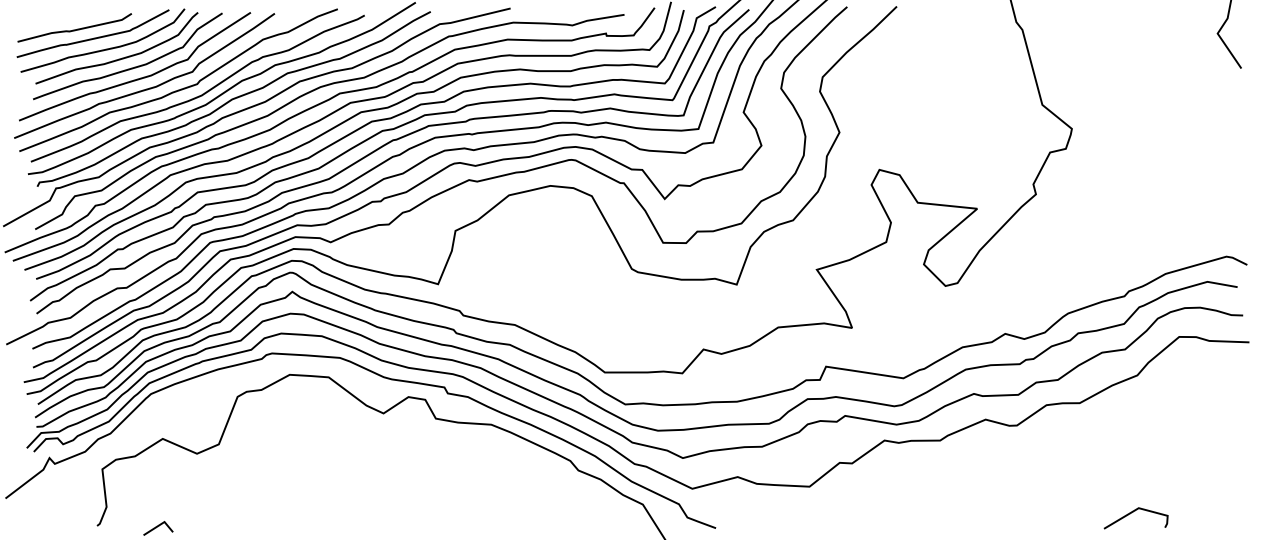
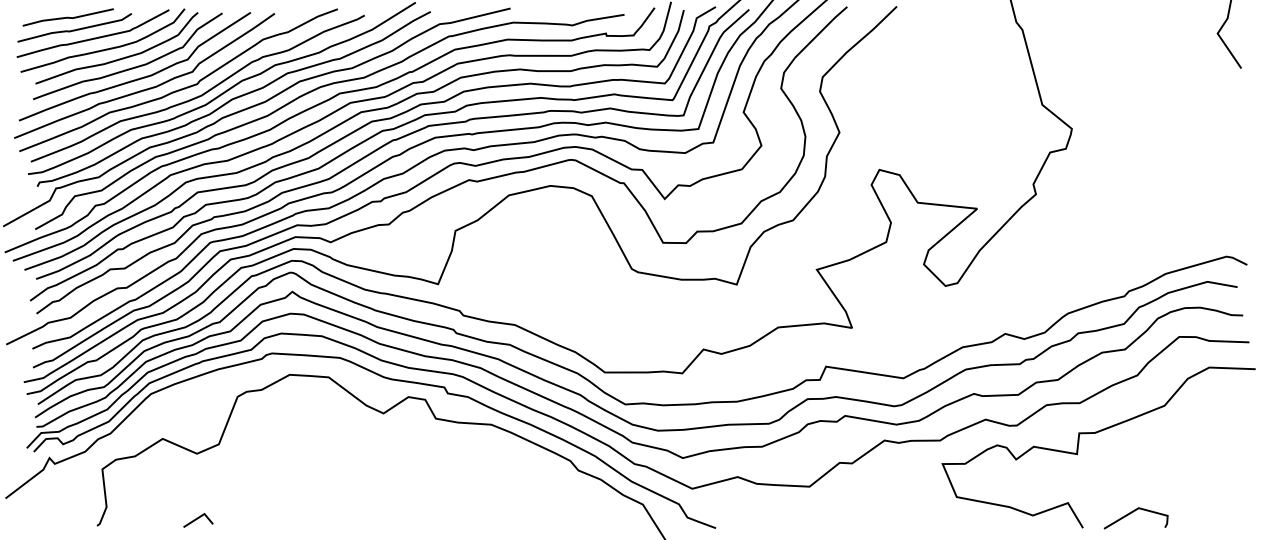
line at (67, 17): none -> present
curve at (1096, 433): none -> present
line at (157, 527) position: (157, 527) -> (197, 519)
